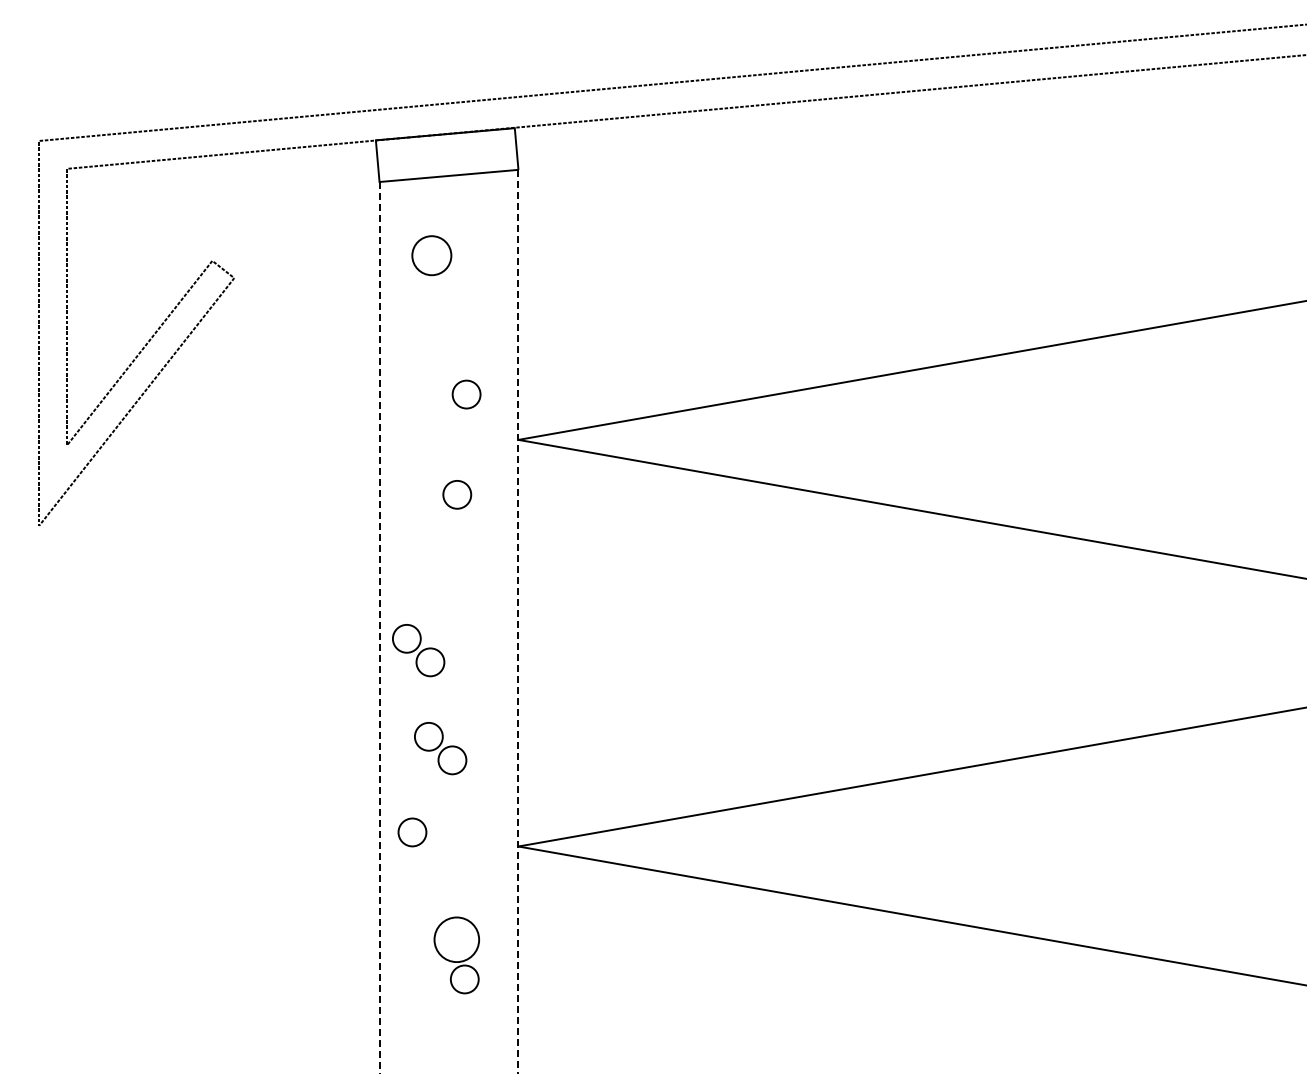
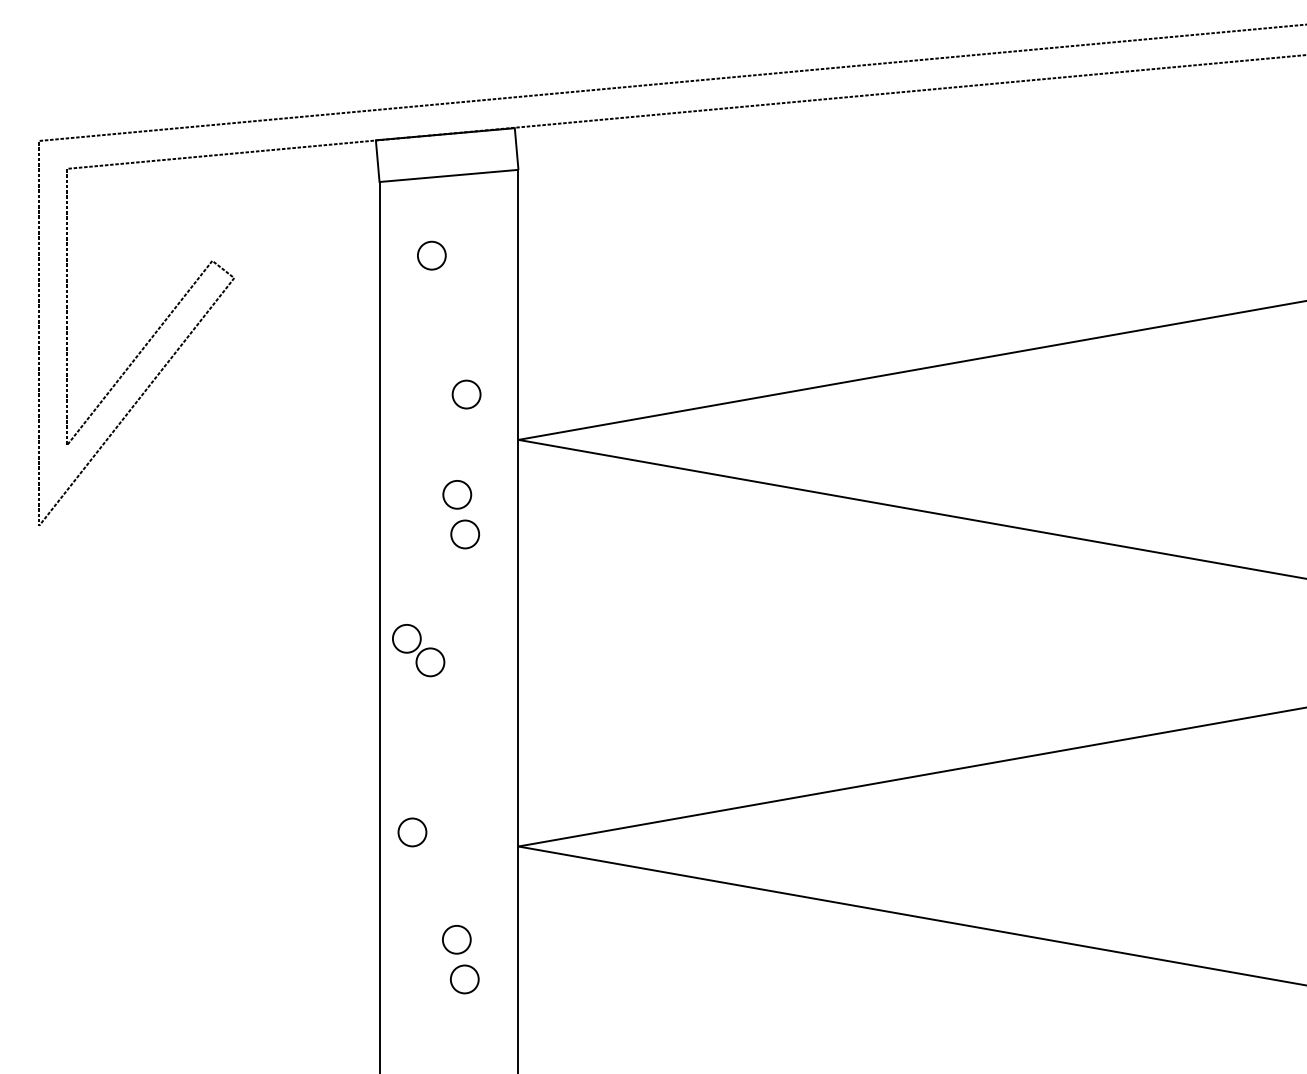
circle at (431, 255) diameter: 39 px -> 28 px
circle at (464, 534): none -> present
line at (518, 621): dashed -> solid
line at (379, 627): dashed -> solid
part at (440, 748): present -> none
circle at (456, 939) diameter: 45 px -> 28 px
